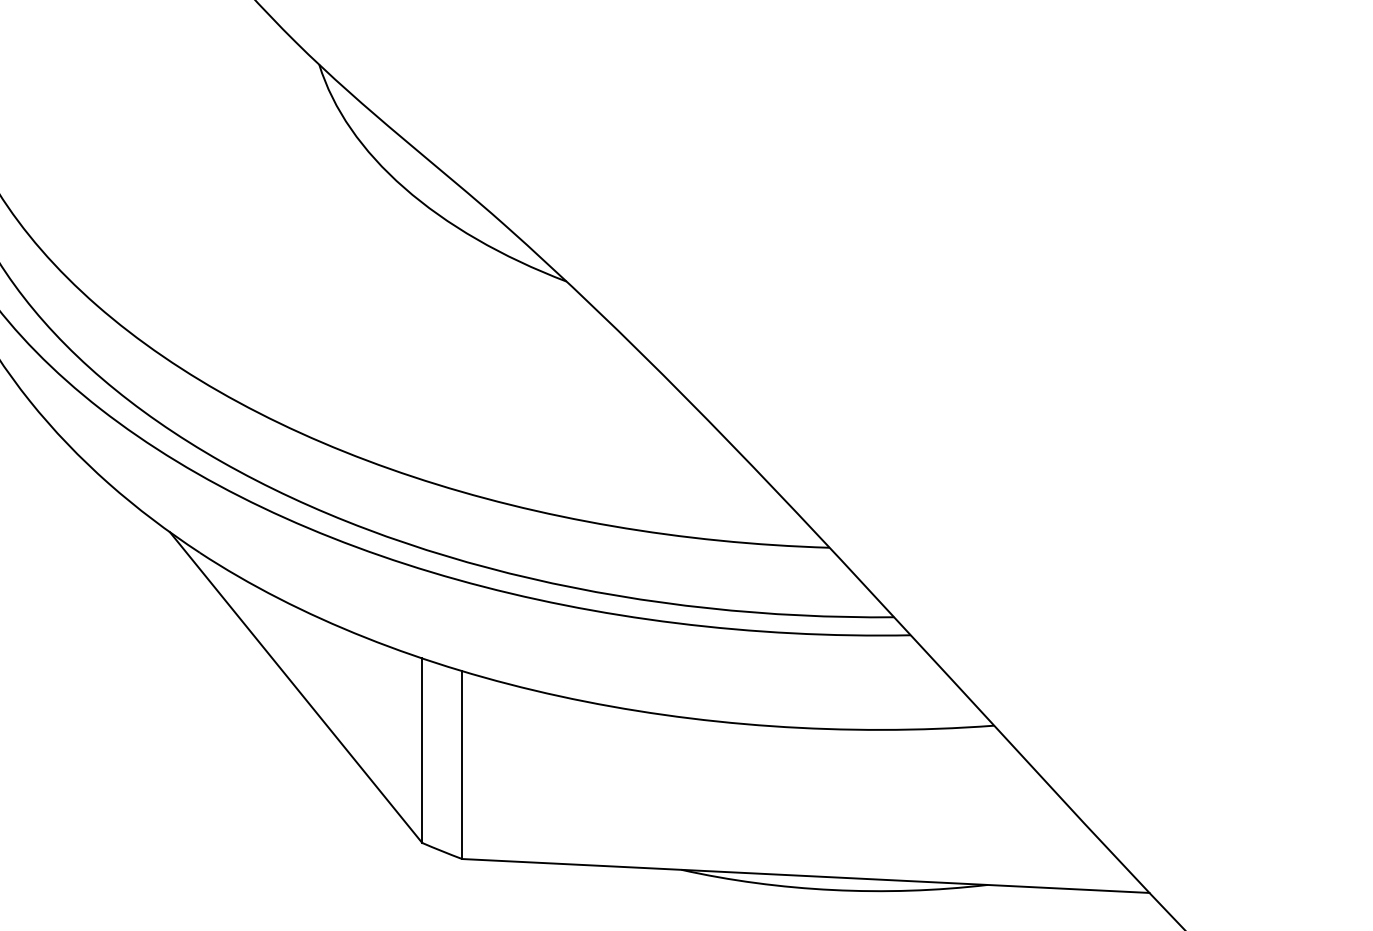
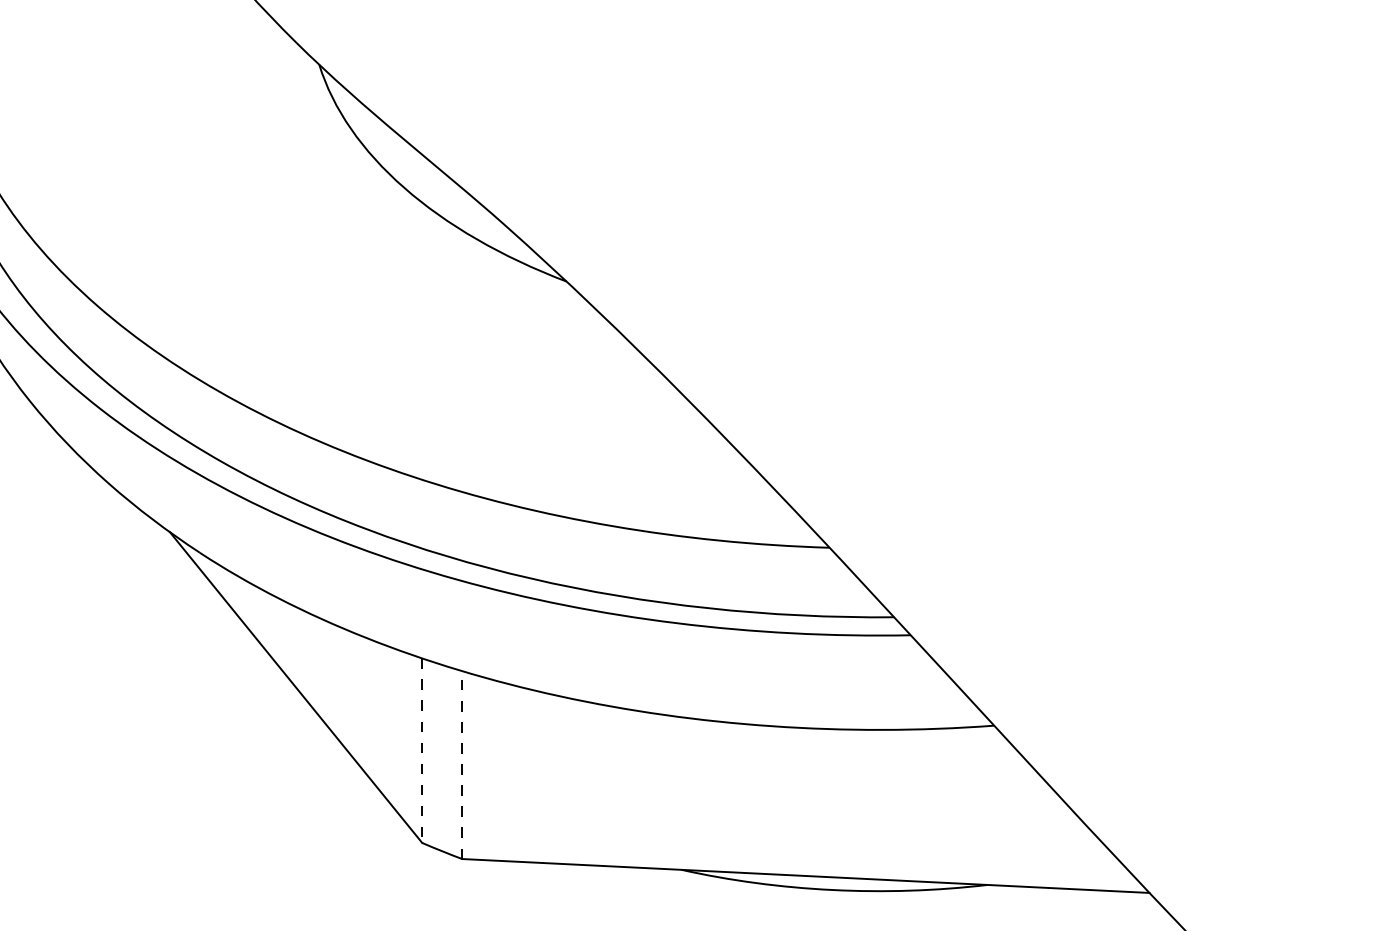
line at (422, 751): solid -> dashed
line at (462, 765): solid -> dashed
